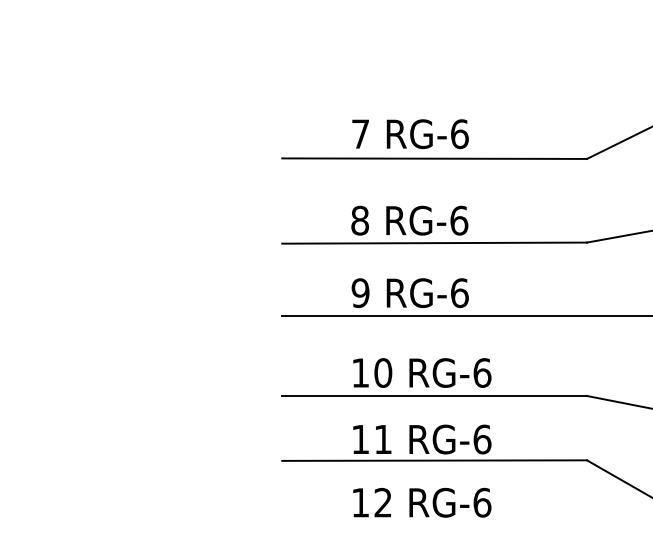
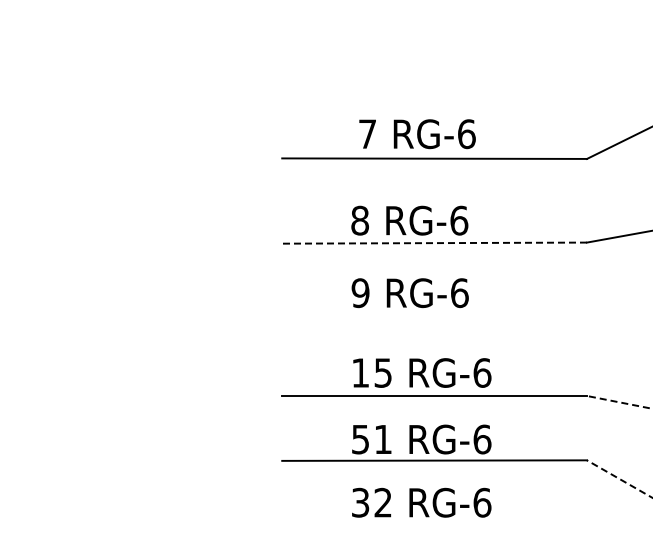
text at (410, 134) position: (410, 134) -> (417, 134)
line at (434, 243): solid -> dashed
line at (465, 316): present -> none
text at (383, 372): 10 -> 15
line at (619, 402): solid -> dashed
text at (360, 439): 11 -> 51
line at (619, 479): solid -> dashed
text at (360, 502): 12 -> 32
